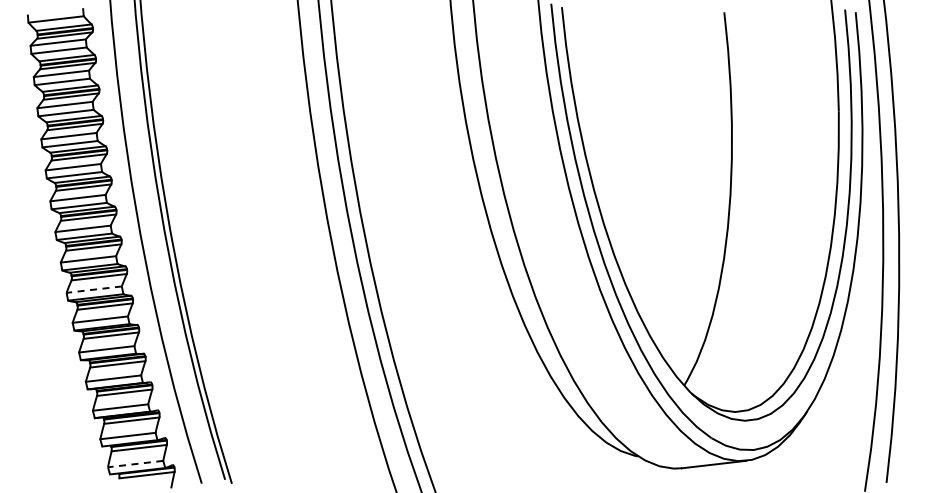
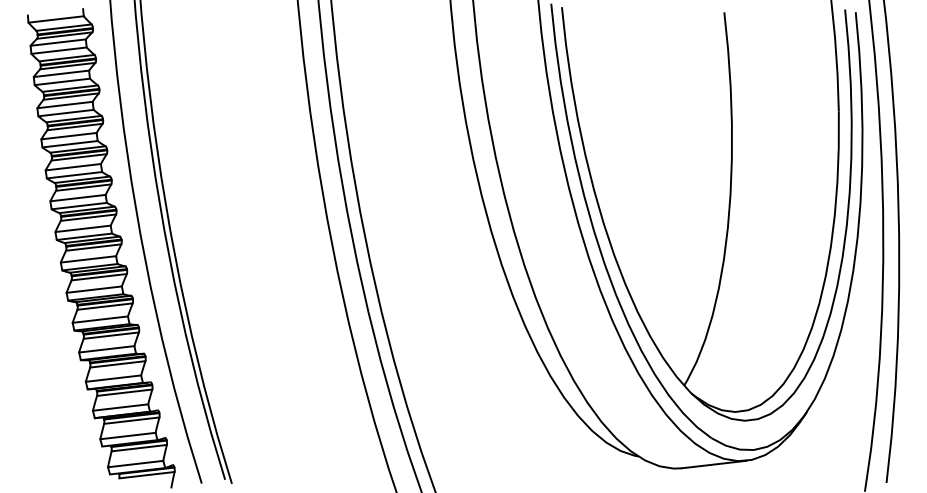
line at (94, 289): dashed -> solid
line at (135, 464): dashed -> solid
